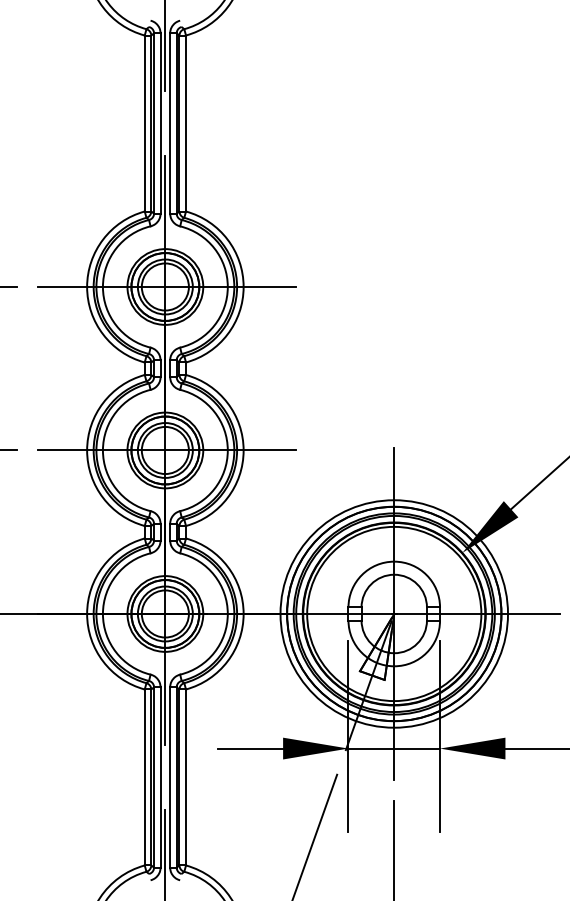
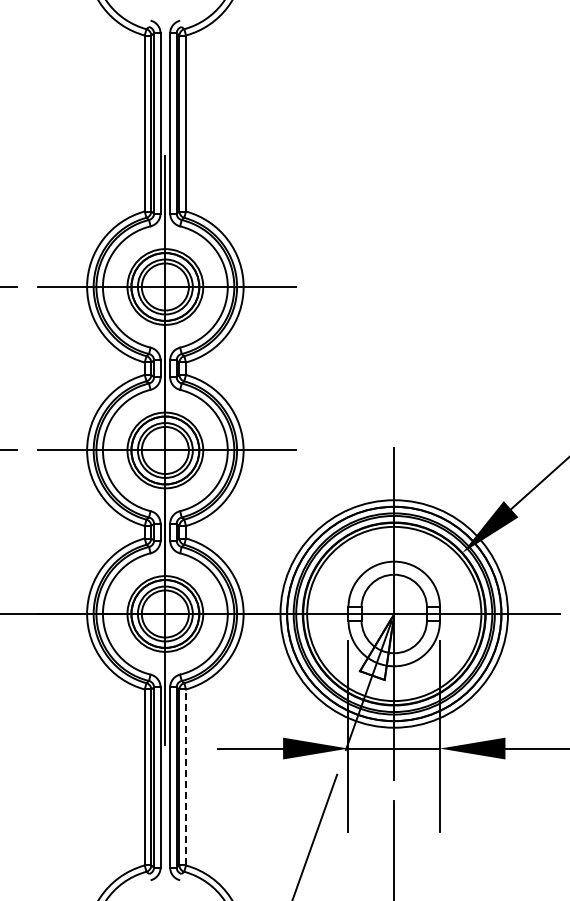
line at (165, 46): present -> none
line at (186, 776): solid -> dashed
line at (165, 853): present -> none
